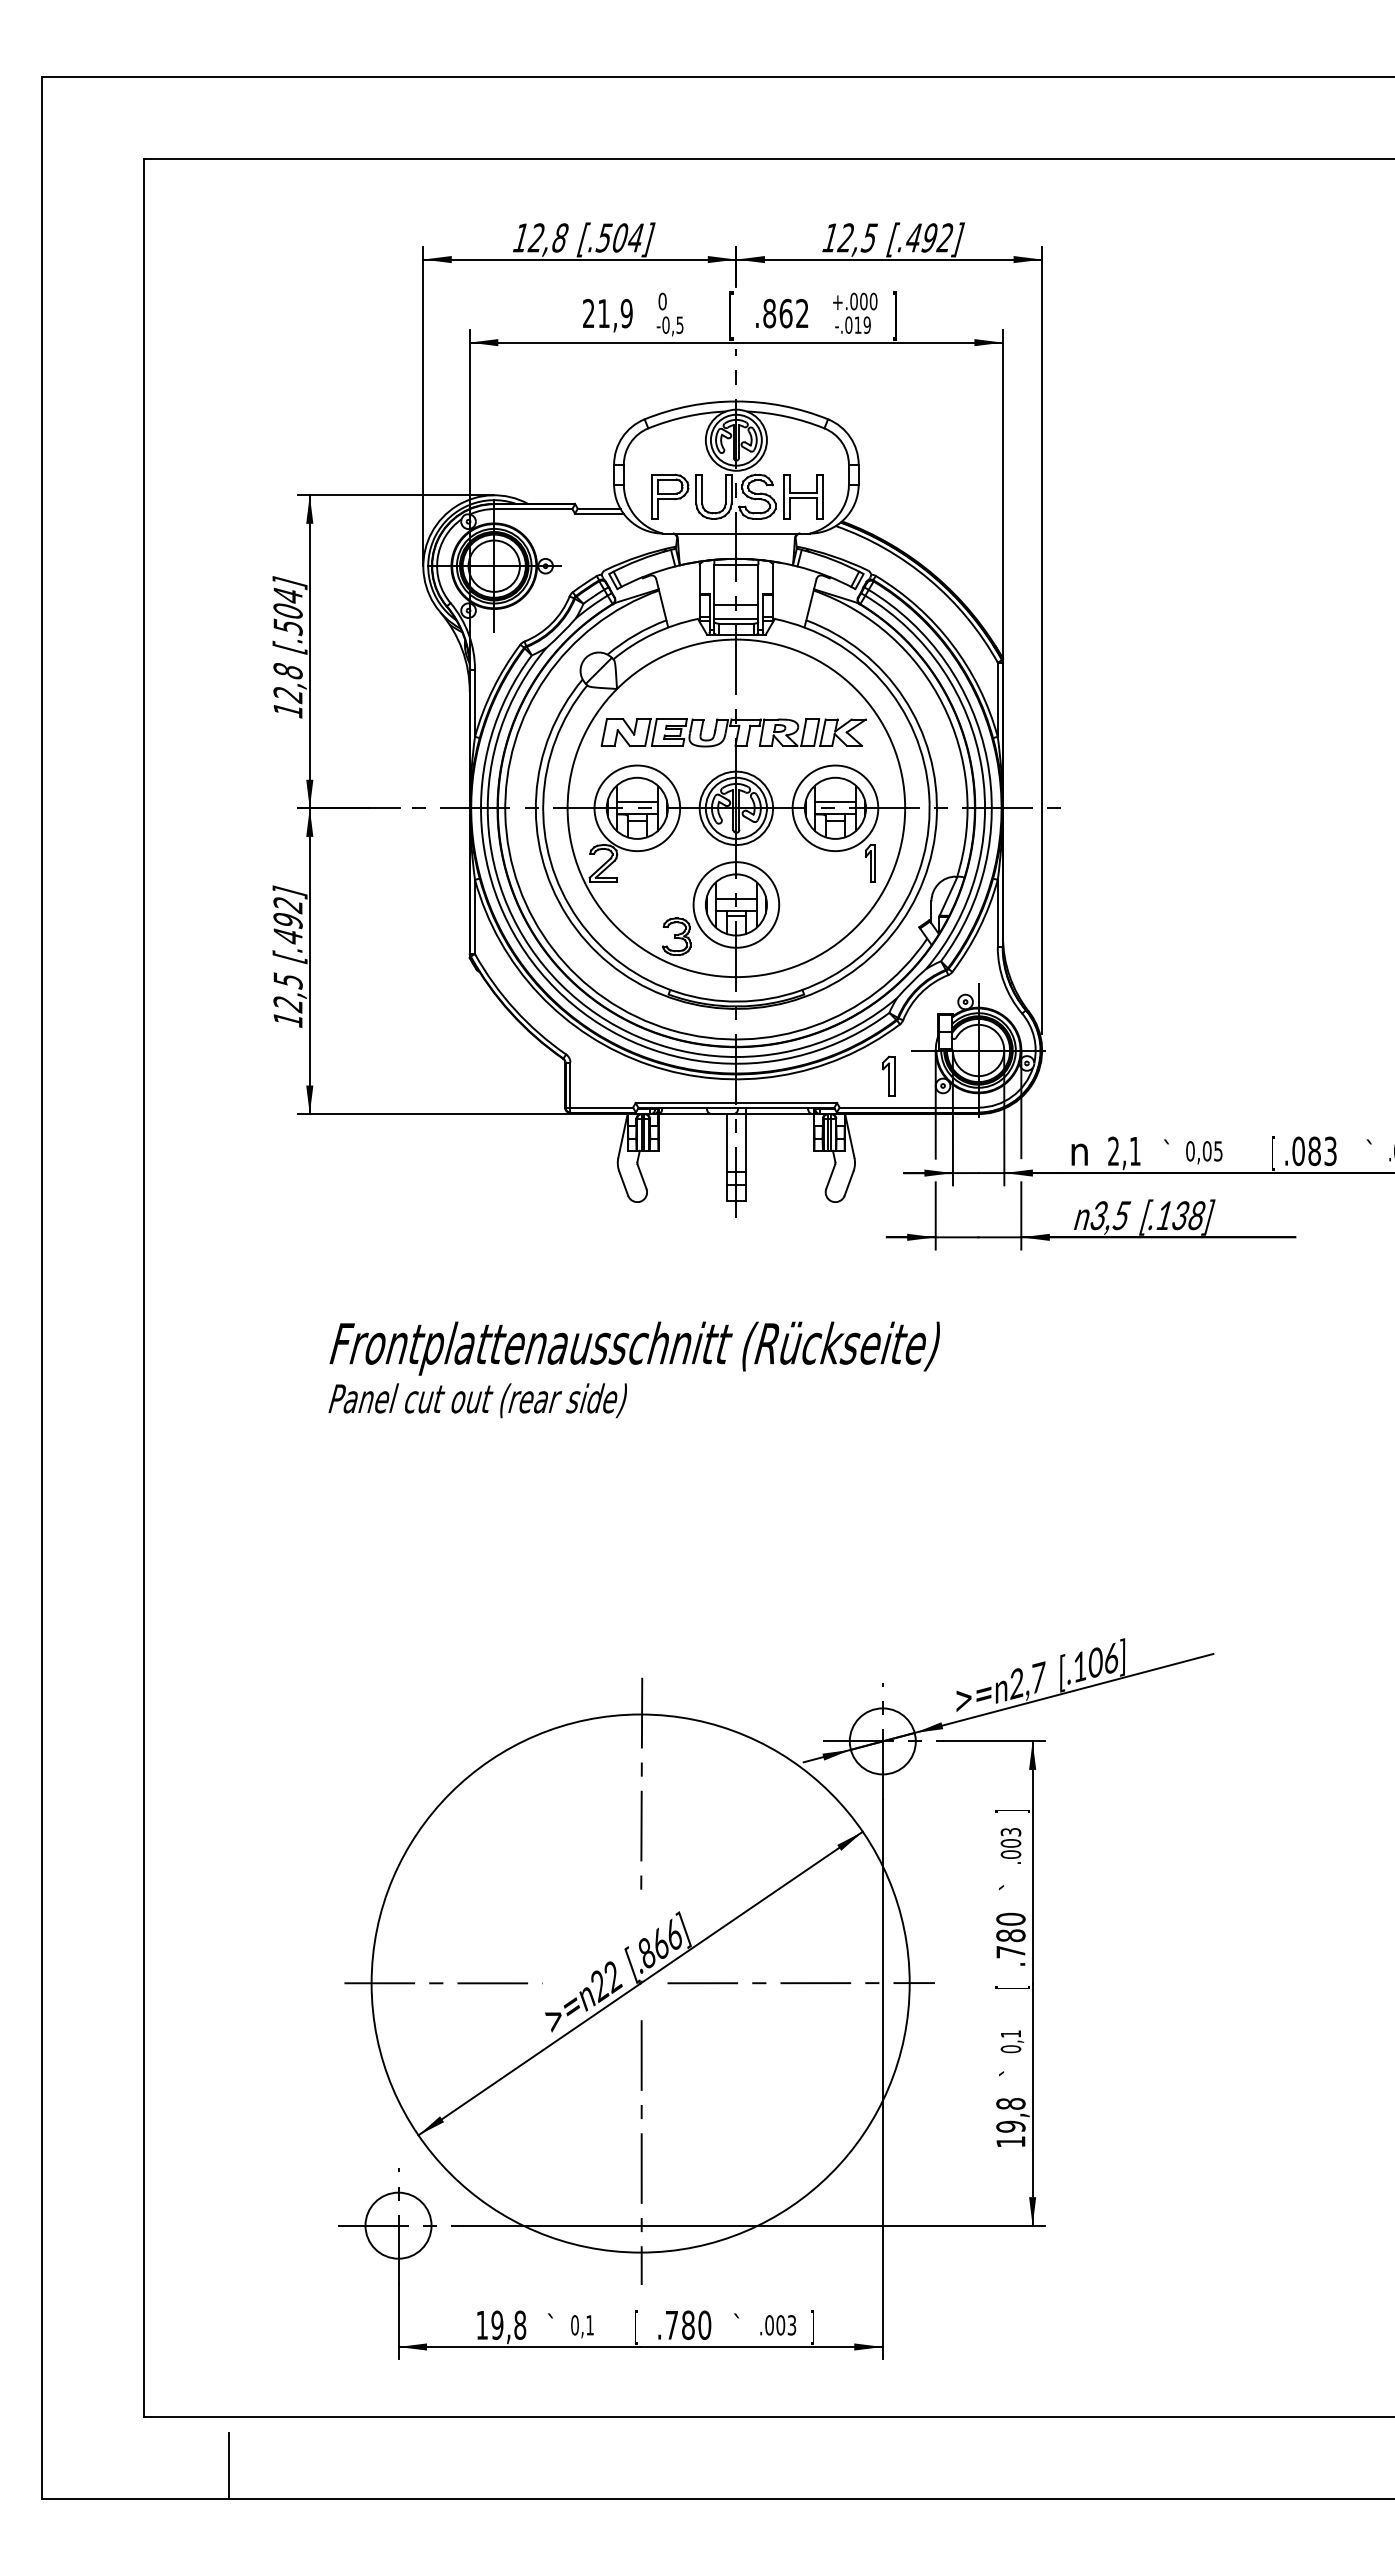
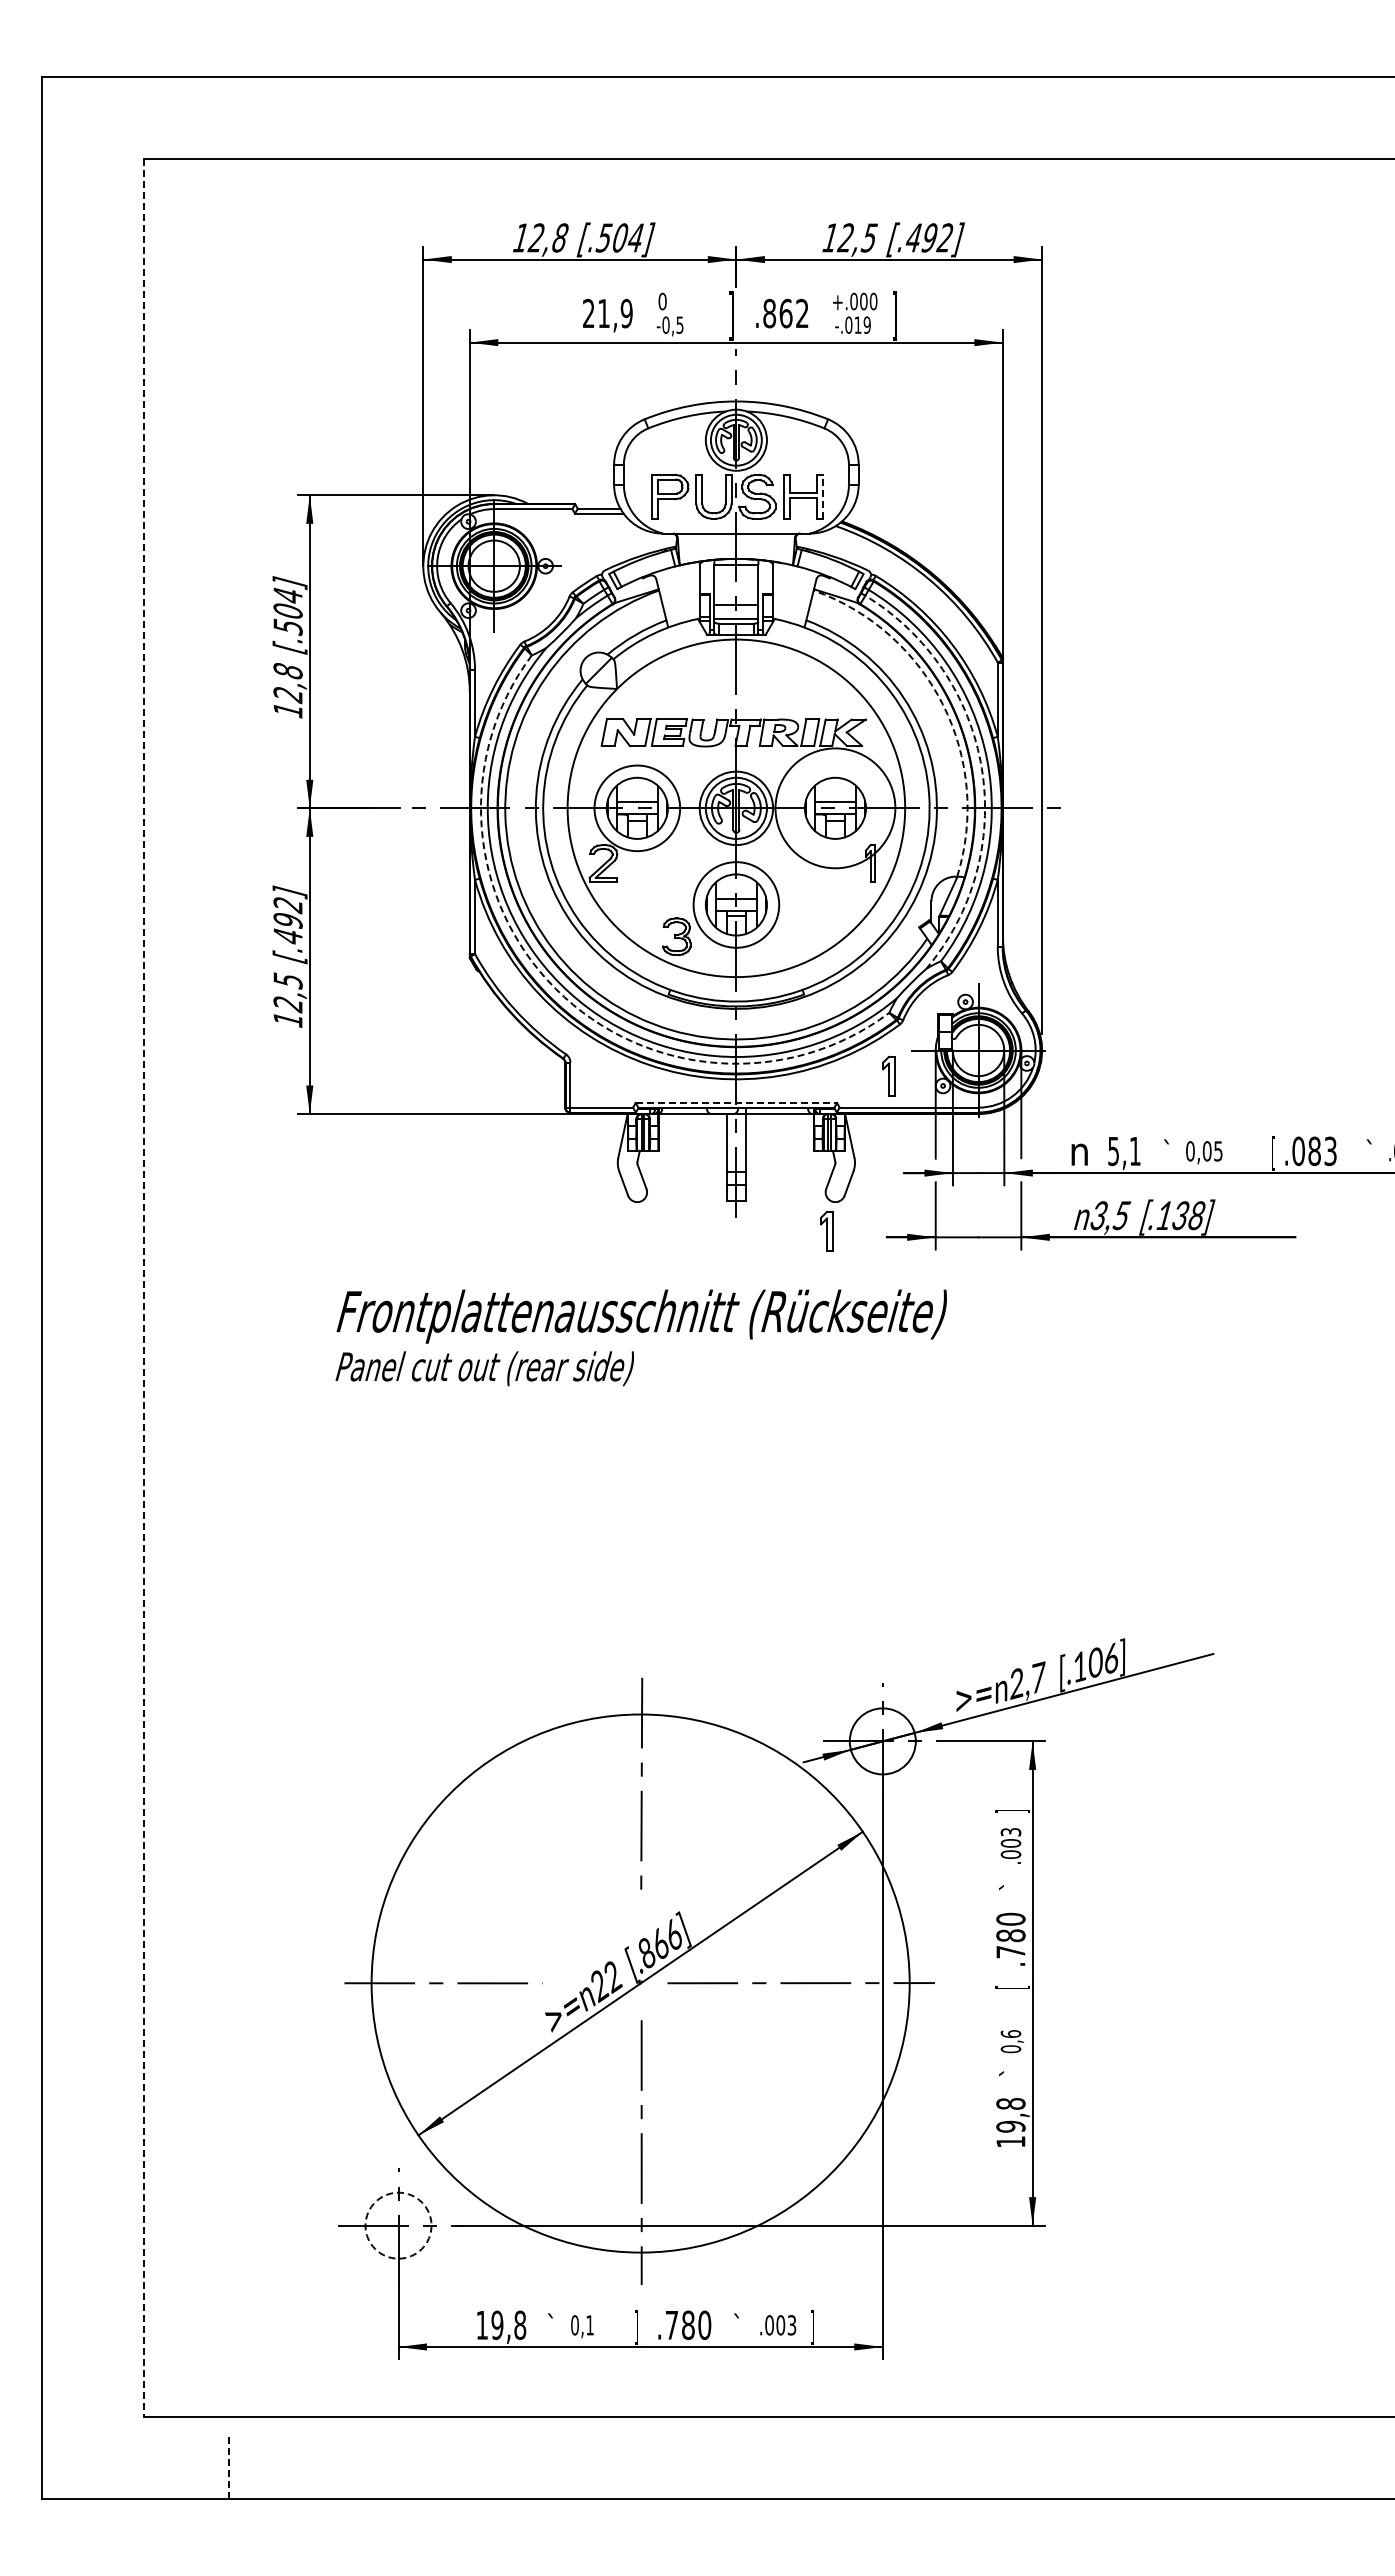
text at (731, 315): [ -> ]
line at (823, 496): solid -> dashed
arc at (943, 704): solid -> dashed
arc at (981, 768): solid -> dashed
circle at (835, 808) diameter: 86 px -> 120 px
arc at (555, 988): solid -> dashed
line at (736, 1103): solid -> dashed
text at (1113, 1151): 2,1 -> 5,1
part at (826, 1230): none -> present
line at (143, 1288): solid -> dashed
text at (633, 1369) position: (633, 1369) -> (640, 1337)
text at (1010, 2033): 0,1 -> 0,6
circle at (398, 2225): solid -> dashed
text at (636, 2327): [ -> ]
line at (229, 2466): solid -> dashed
